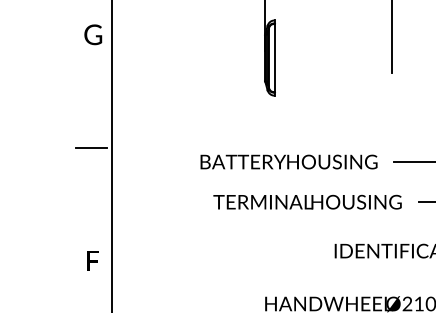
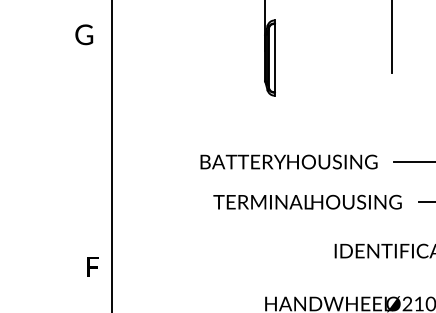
text at (93, 34) position: (93, 34) -> (84, 34)
line at (91, 148): present -> none
text at (92, 260) position: (92, 260) -> (92, 266)
